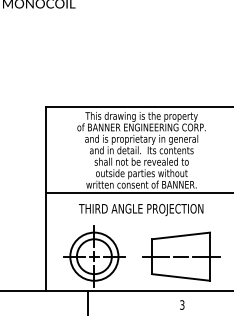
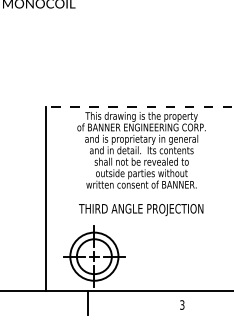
line at (139, 107): solid -> dashed
line at (138, 193): present -> none
part at (181, 256): present -> none
